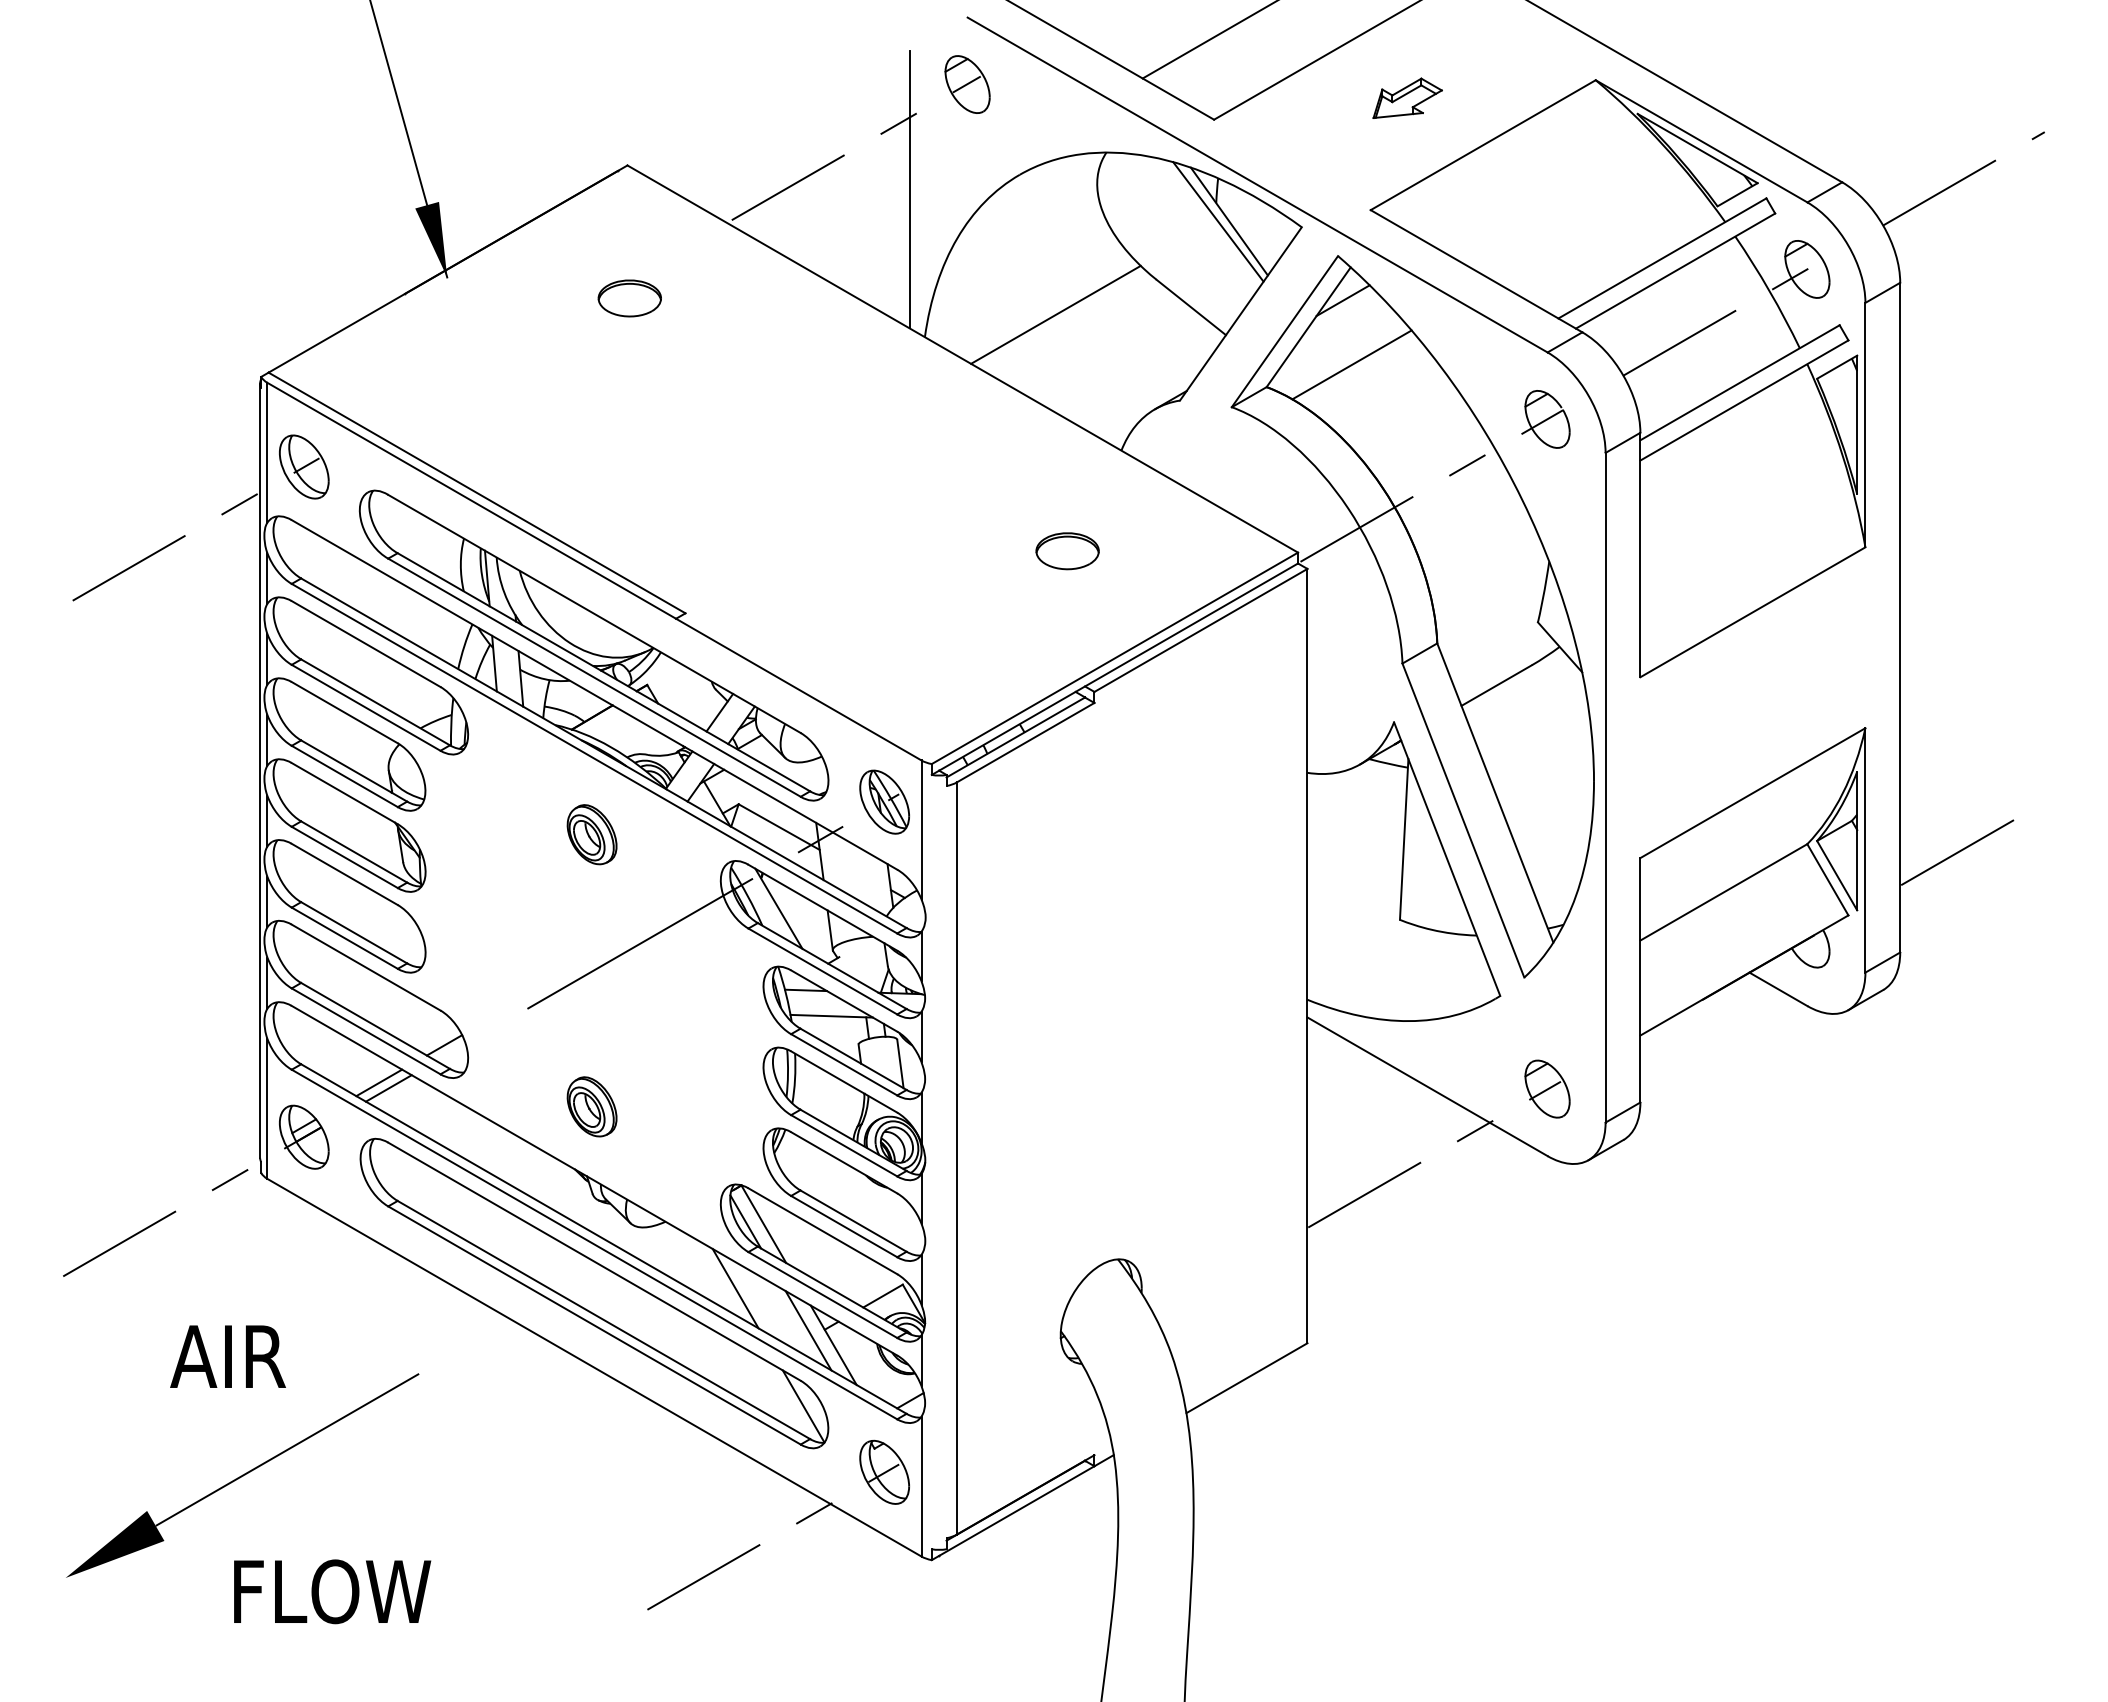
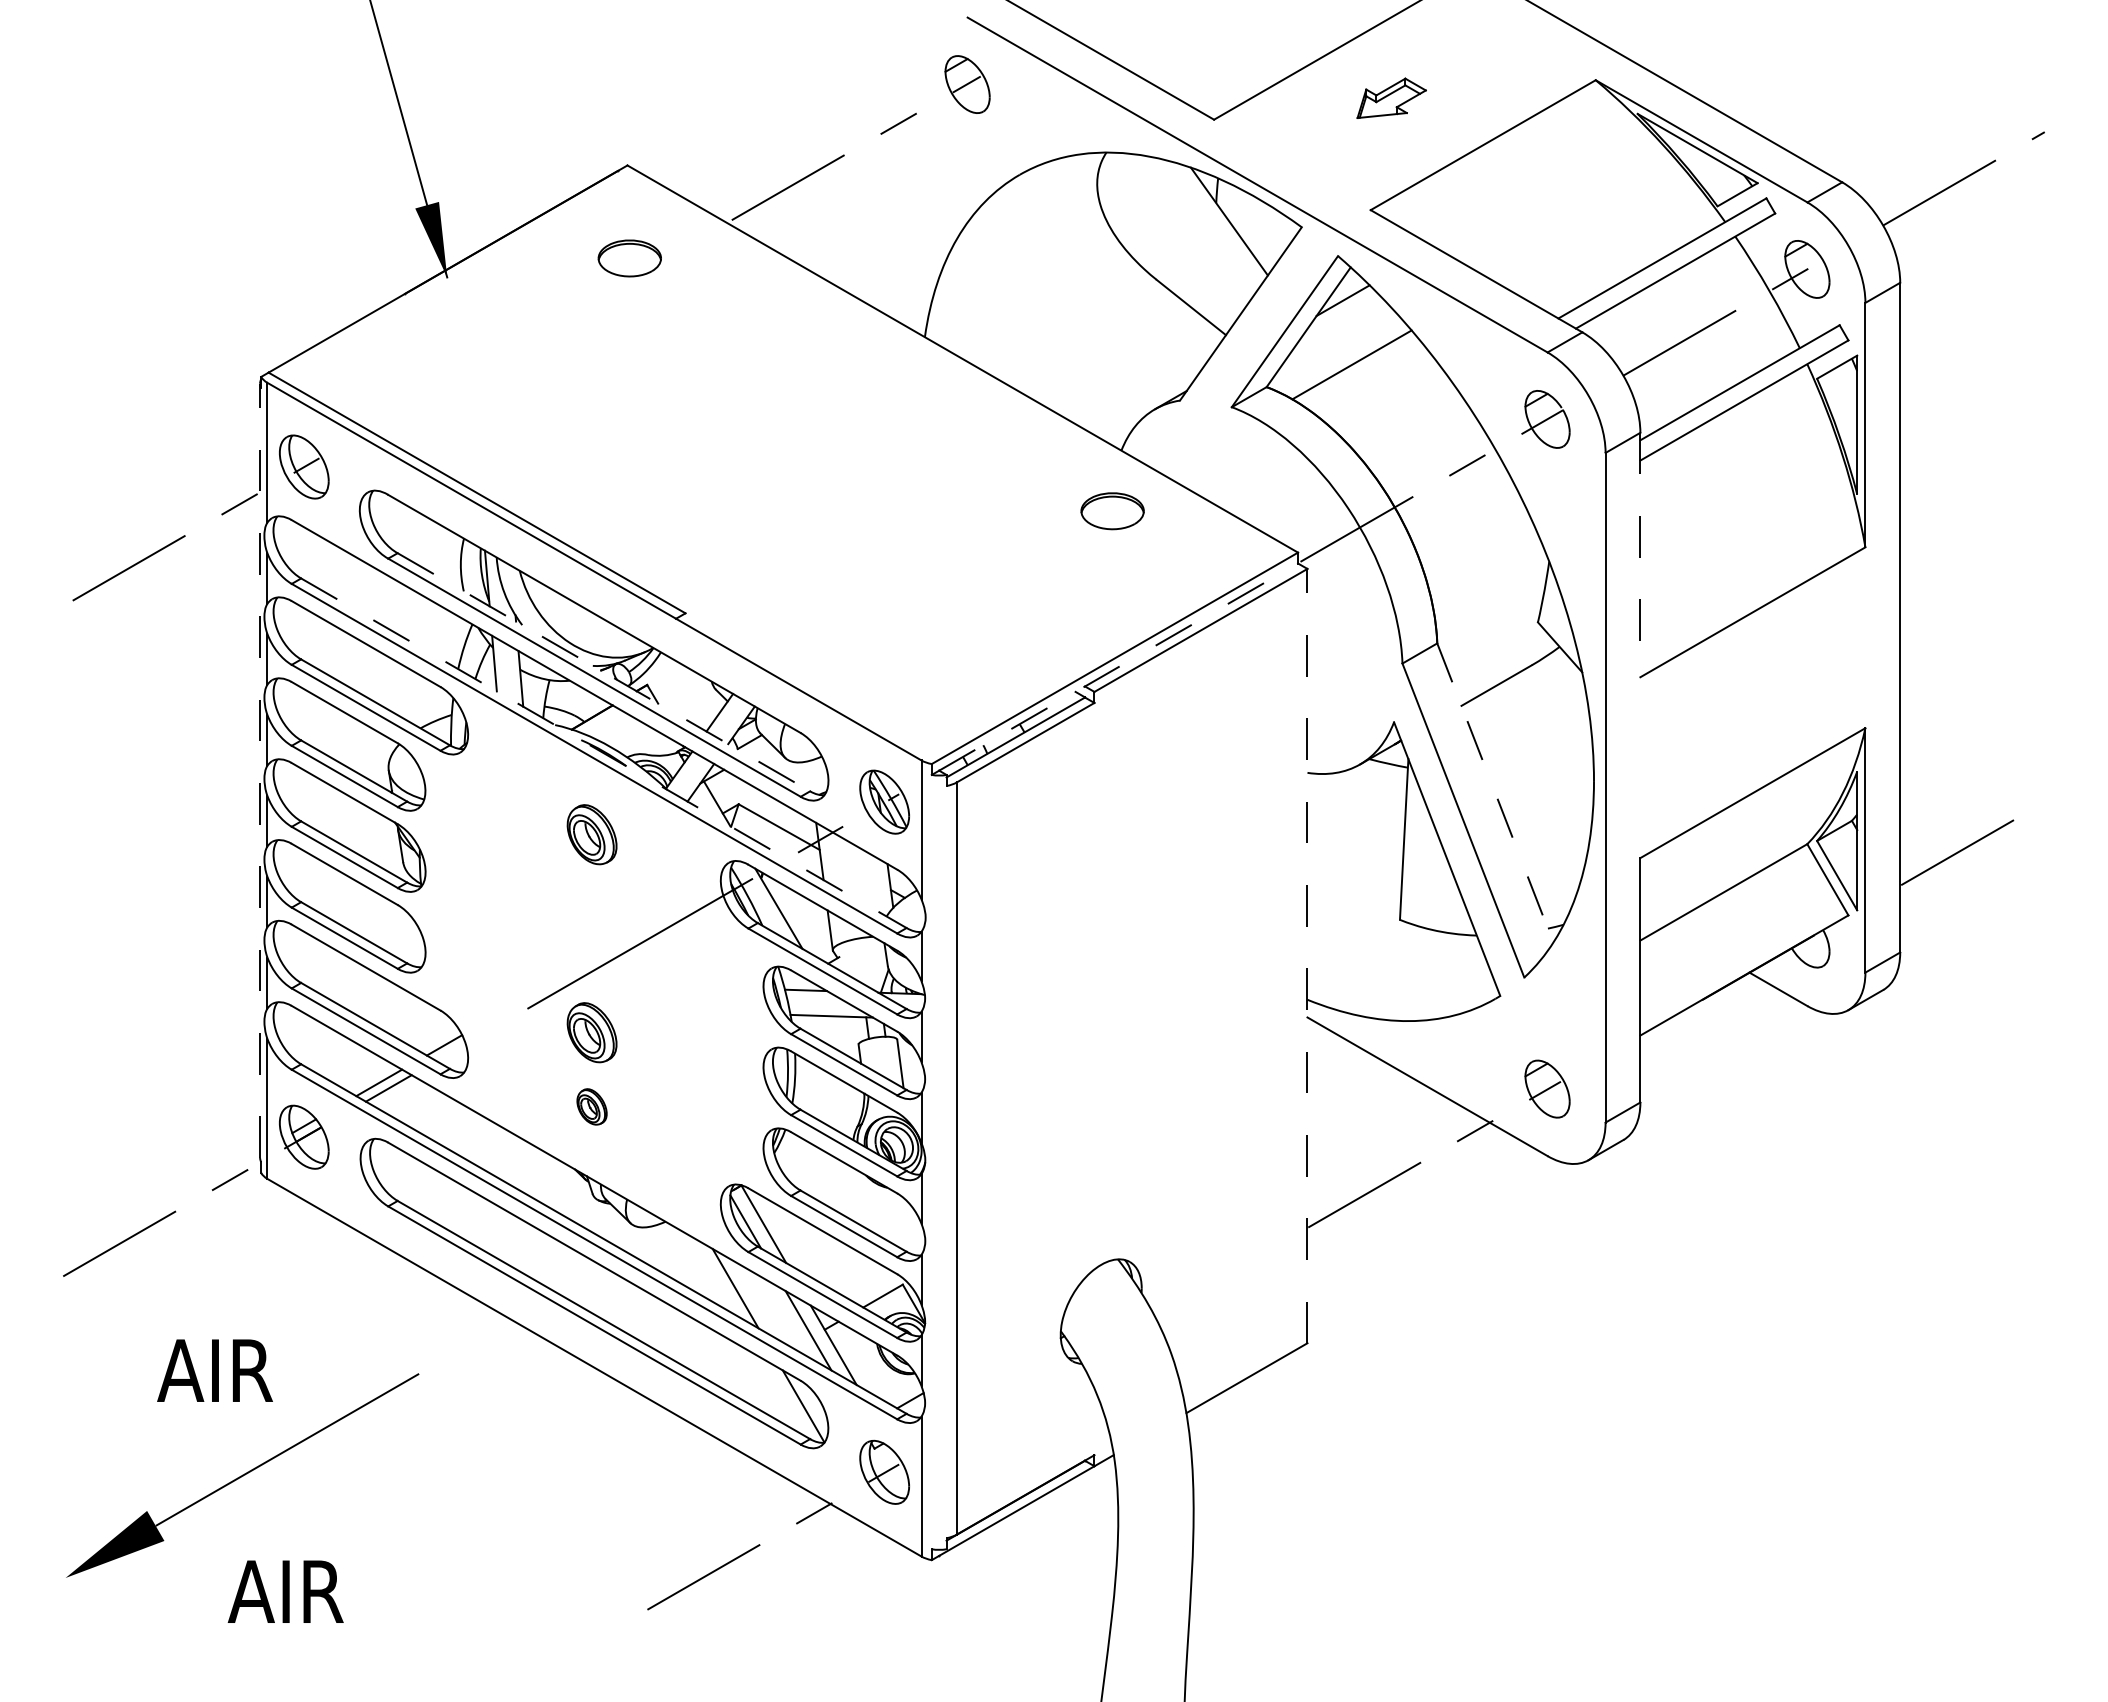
line at (1208, 40): present -> none
part at (1407, 97) position: (1407, 97) -> (1391, 97)
line at (909, 189): present -> none
line at (1218, 221): present -> none
part at (629, 298) position: (629, 298) -> (629, 258)
line at (1055, 314): present -> none
part at (1067, 551) position: (1067, 551) -> (1112, 511)
line at (1640, 555): solid -> dashed
line at (1119, 666): solid -> dashed
line at (604, 672): solid -> dashed
line at (603, 753): solid -> dashed
line at (260, 770): solid -> dashed
line at (1495, 793): solid -> dashed
line at (1307, 955): solid -> dashed
part at (591, 1032): none -> present
part at (591, 1106) size: 52x62 px -> 32x38 px
text at (227, 1356) position: (227, 1356) -> (214, 1370)
text at (329, 1591): FLOW -> AIR
